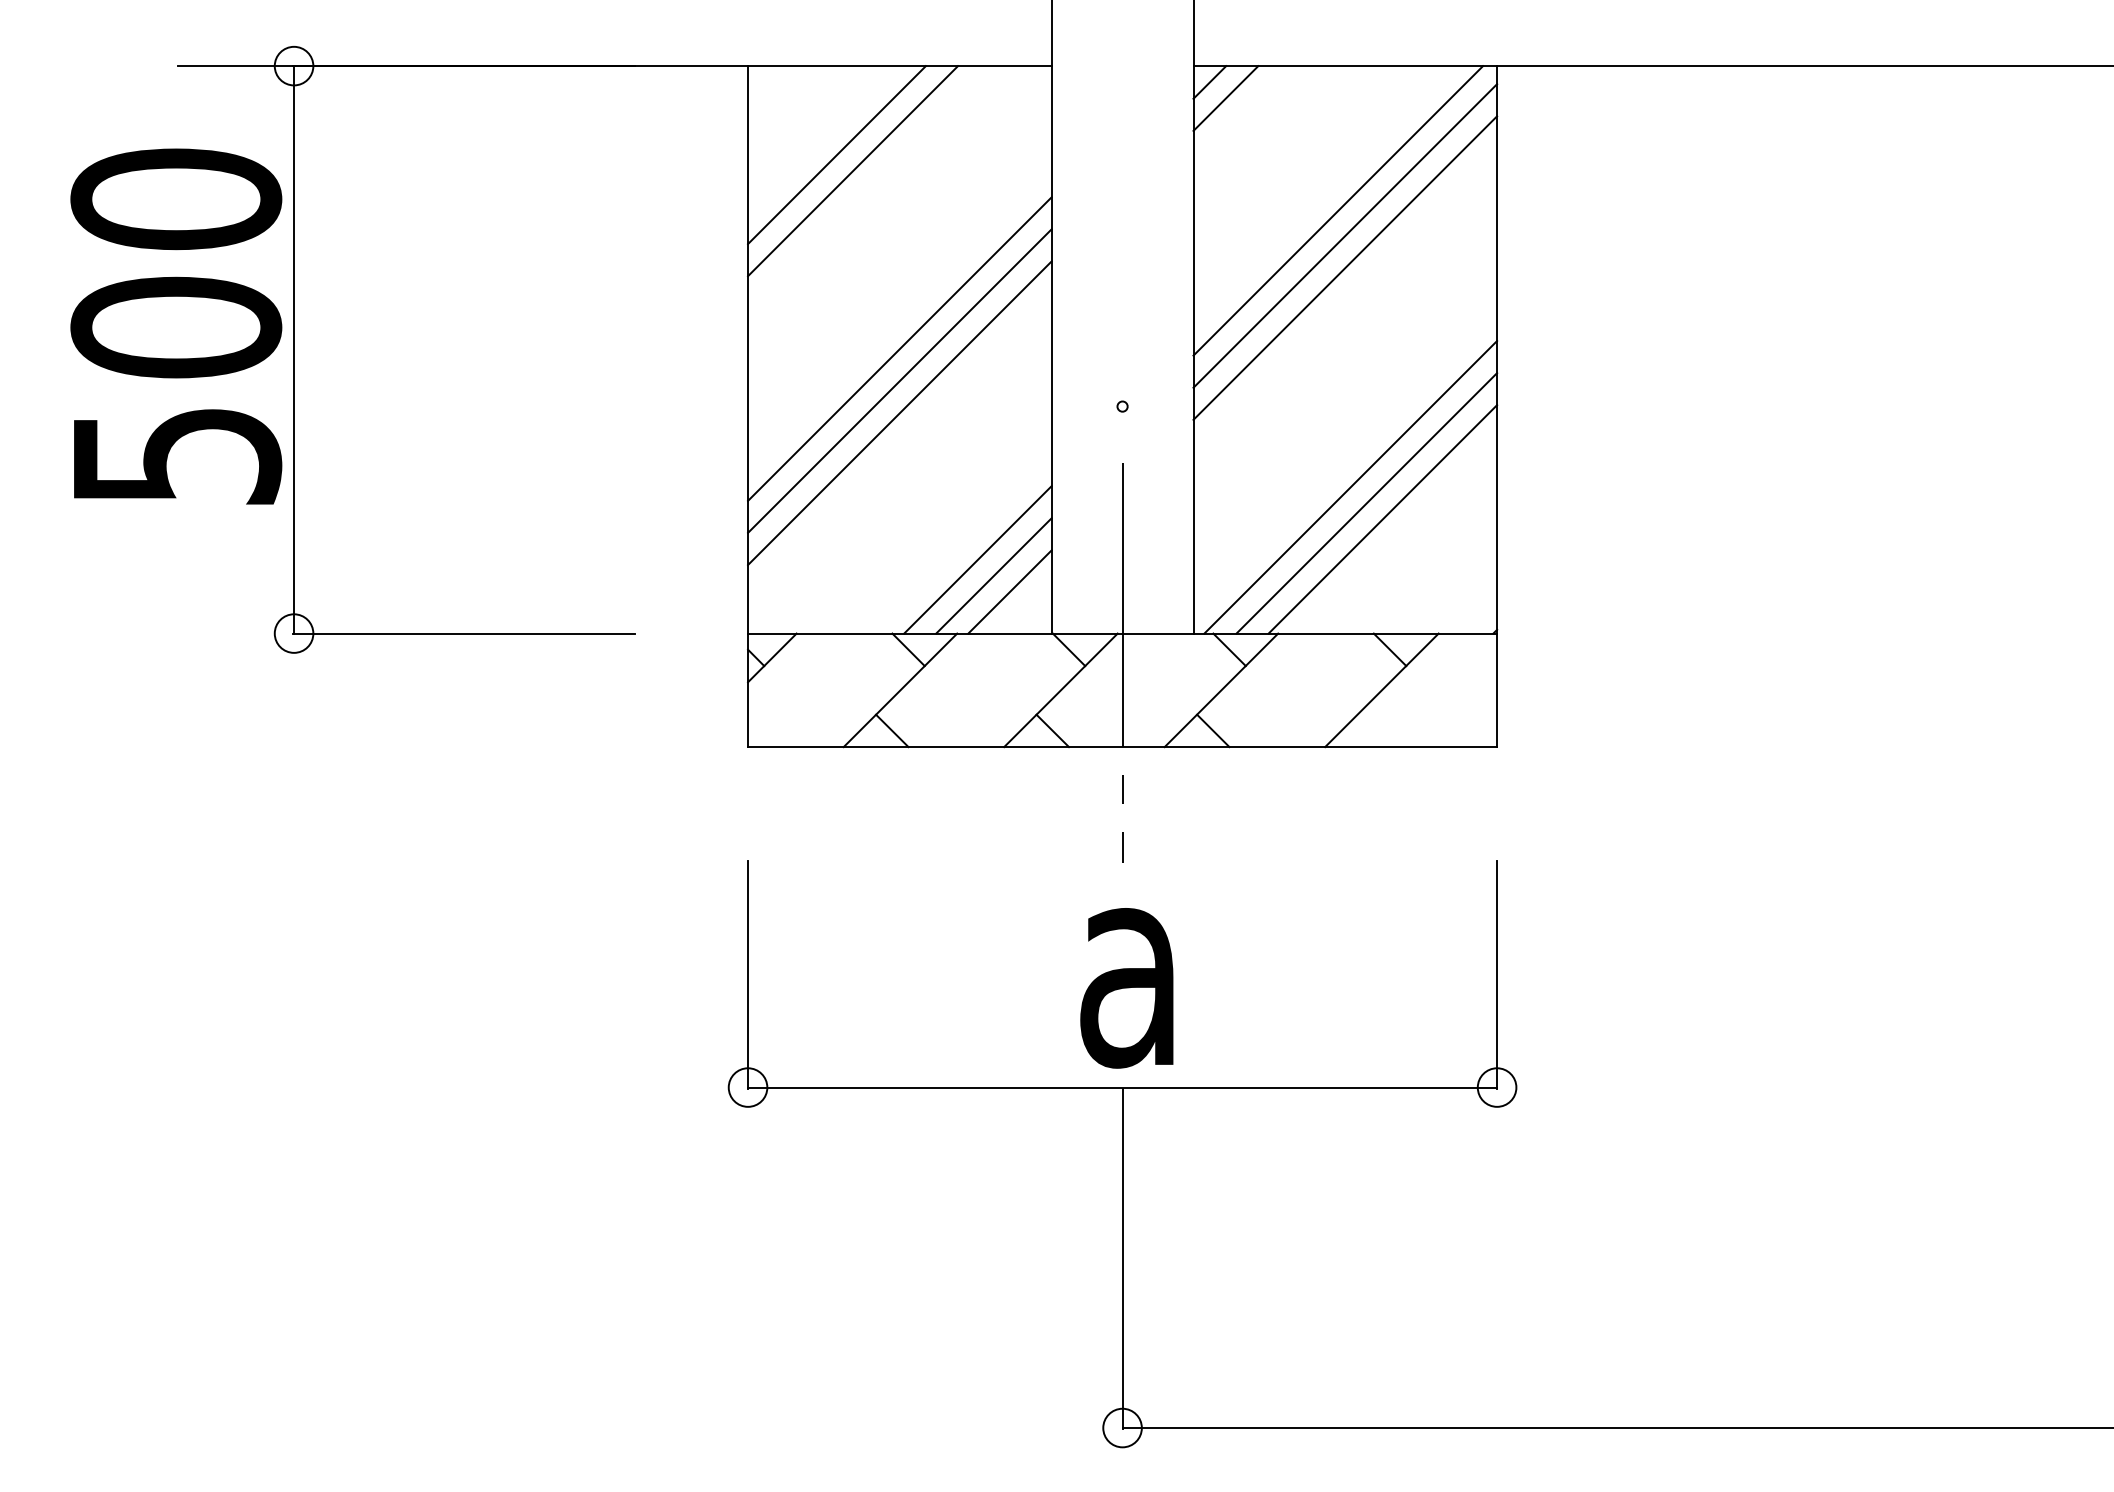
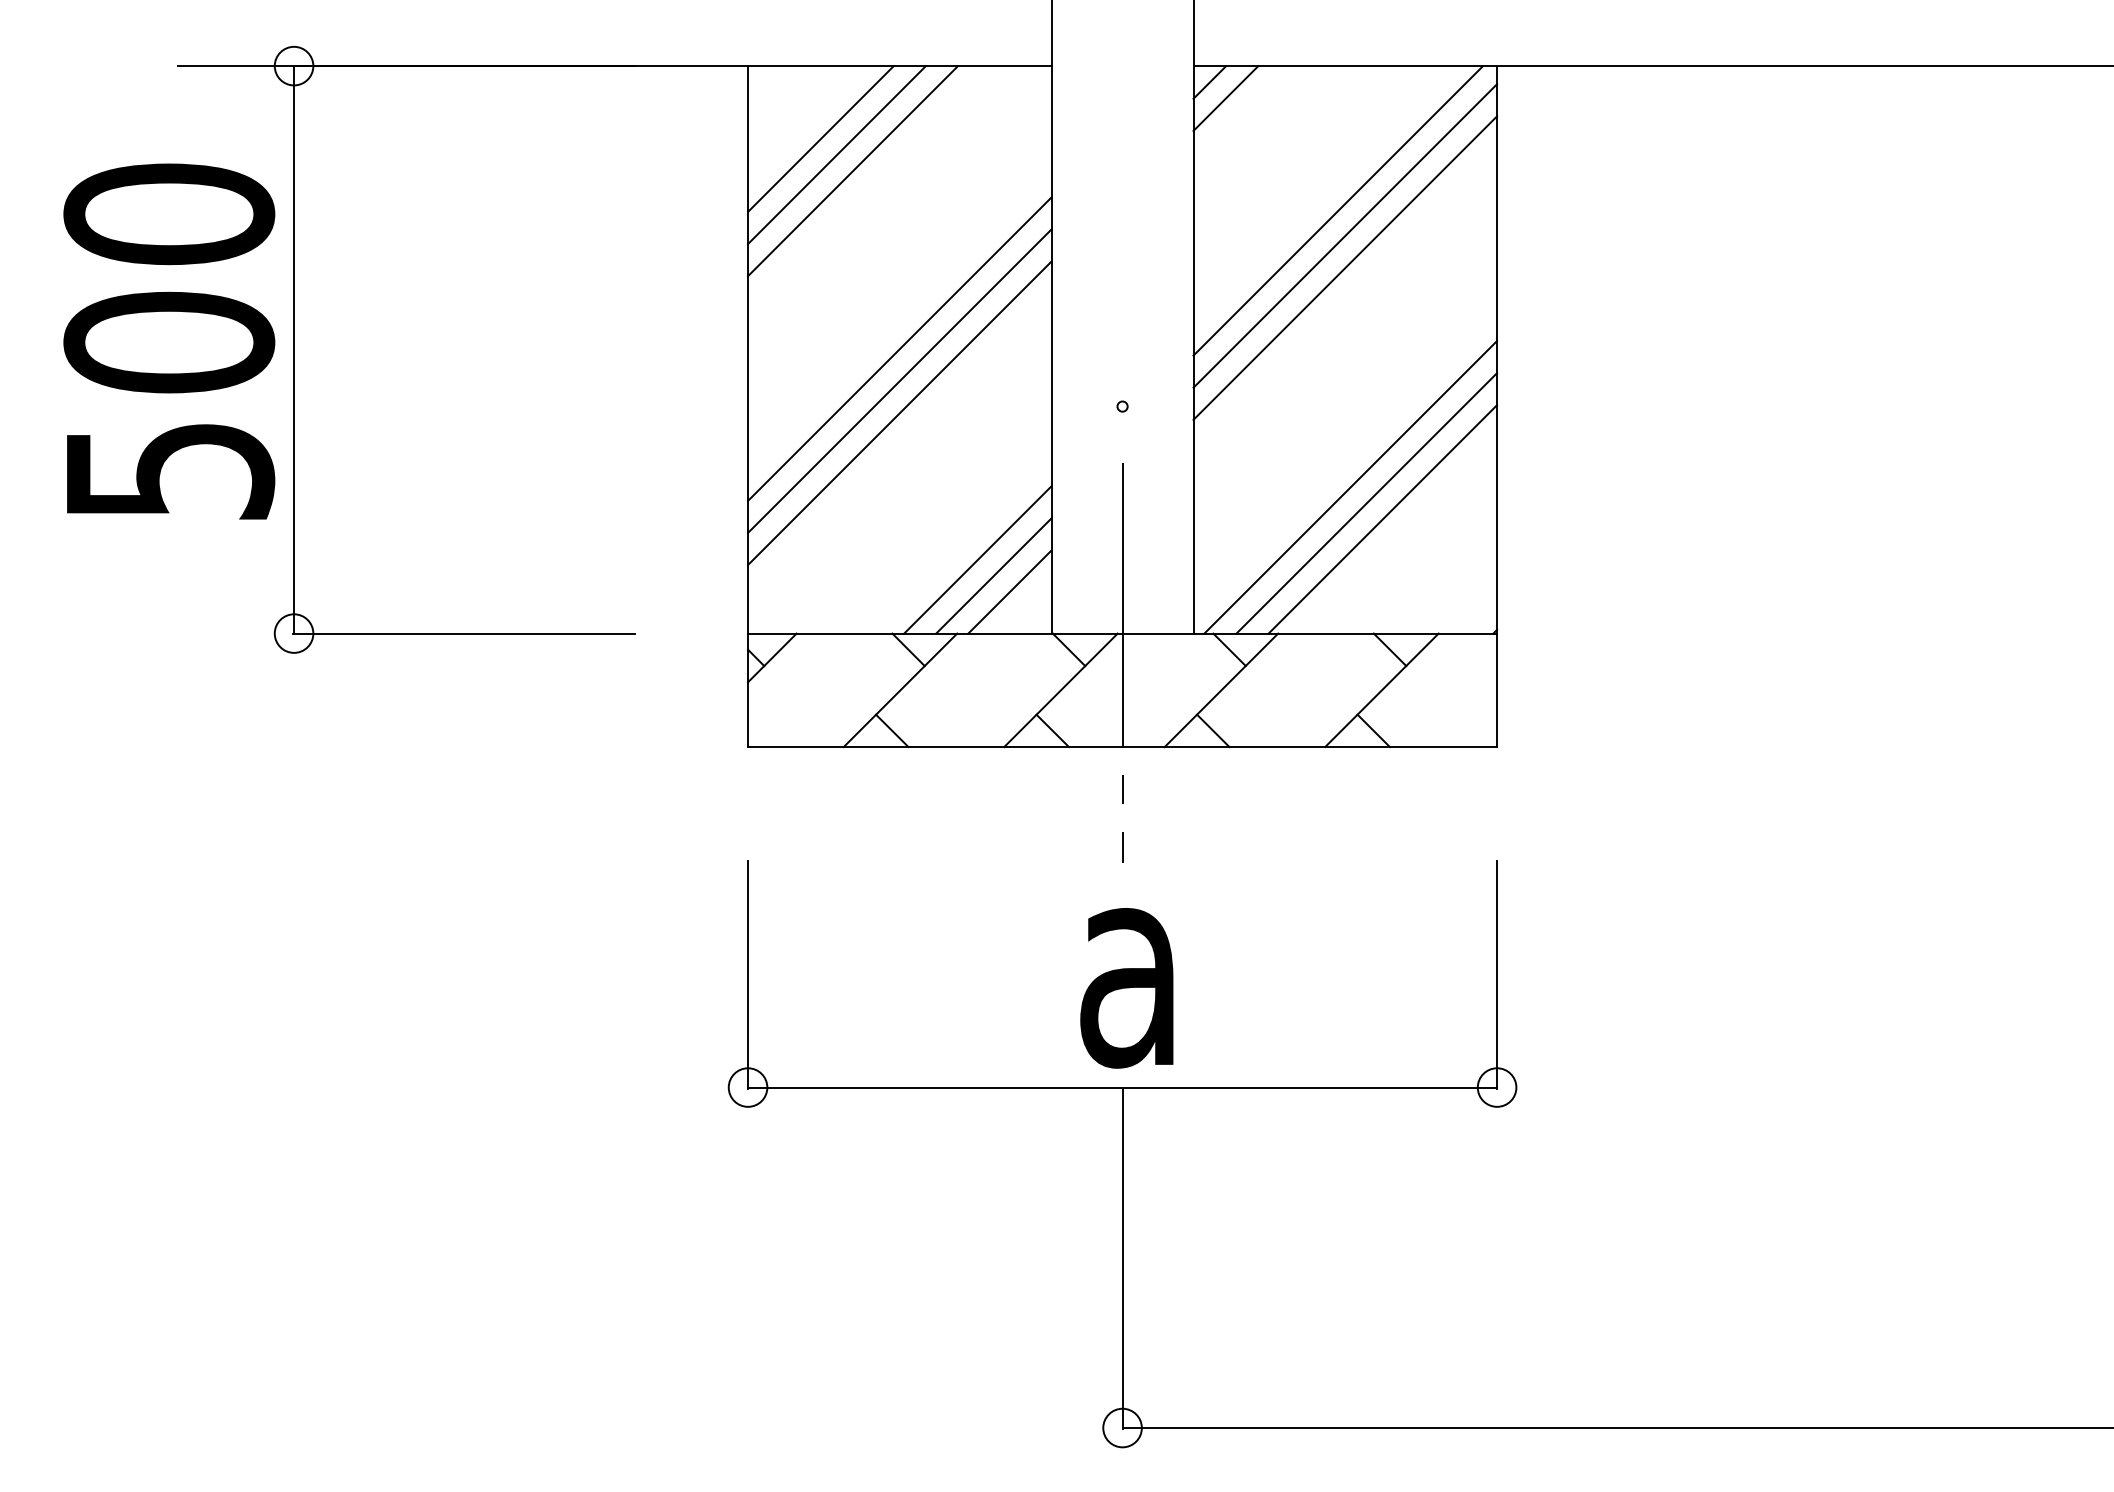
line at (820, 138): none -> present
text at (176, 326) position: (176, 326) -> (169, 341)
line at (1373, 730): none -> present
